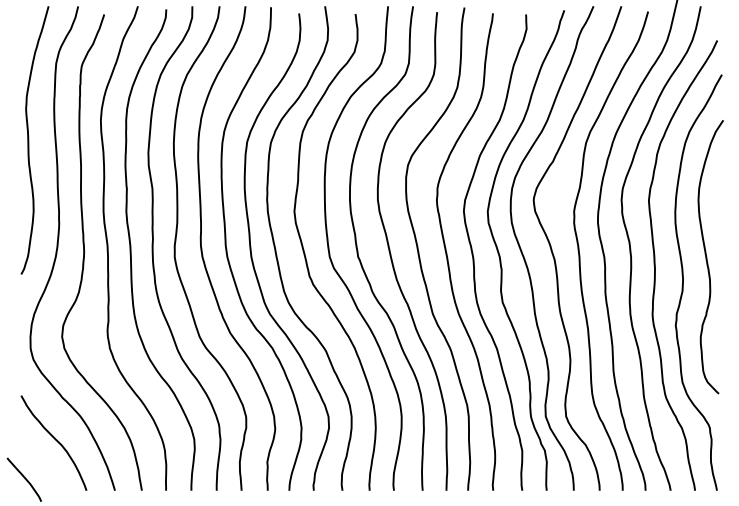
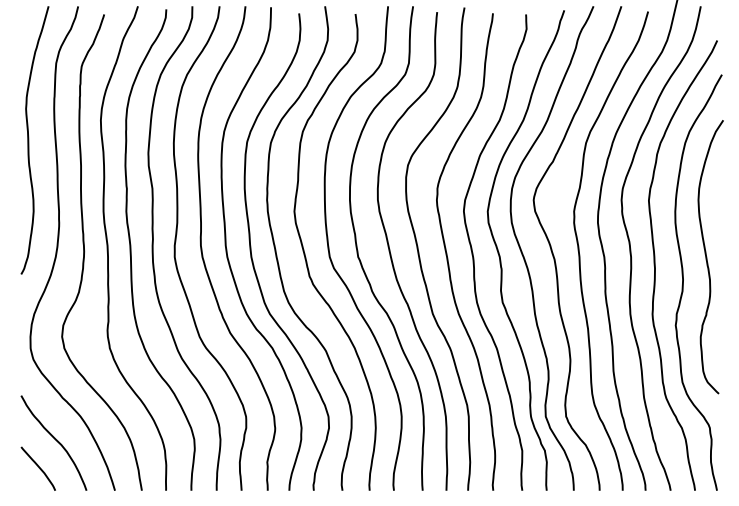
curve at (24, 478) position: (24, 478) -> (38, 467)
